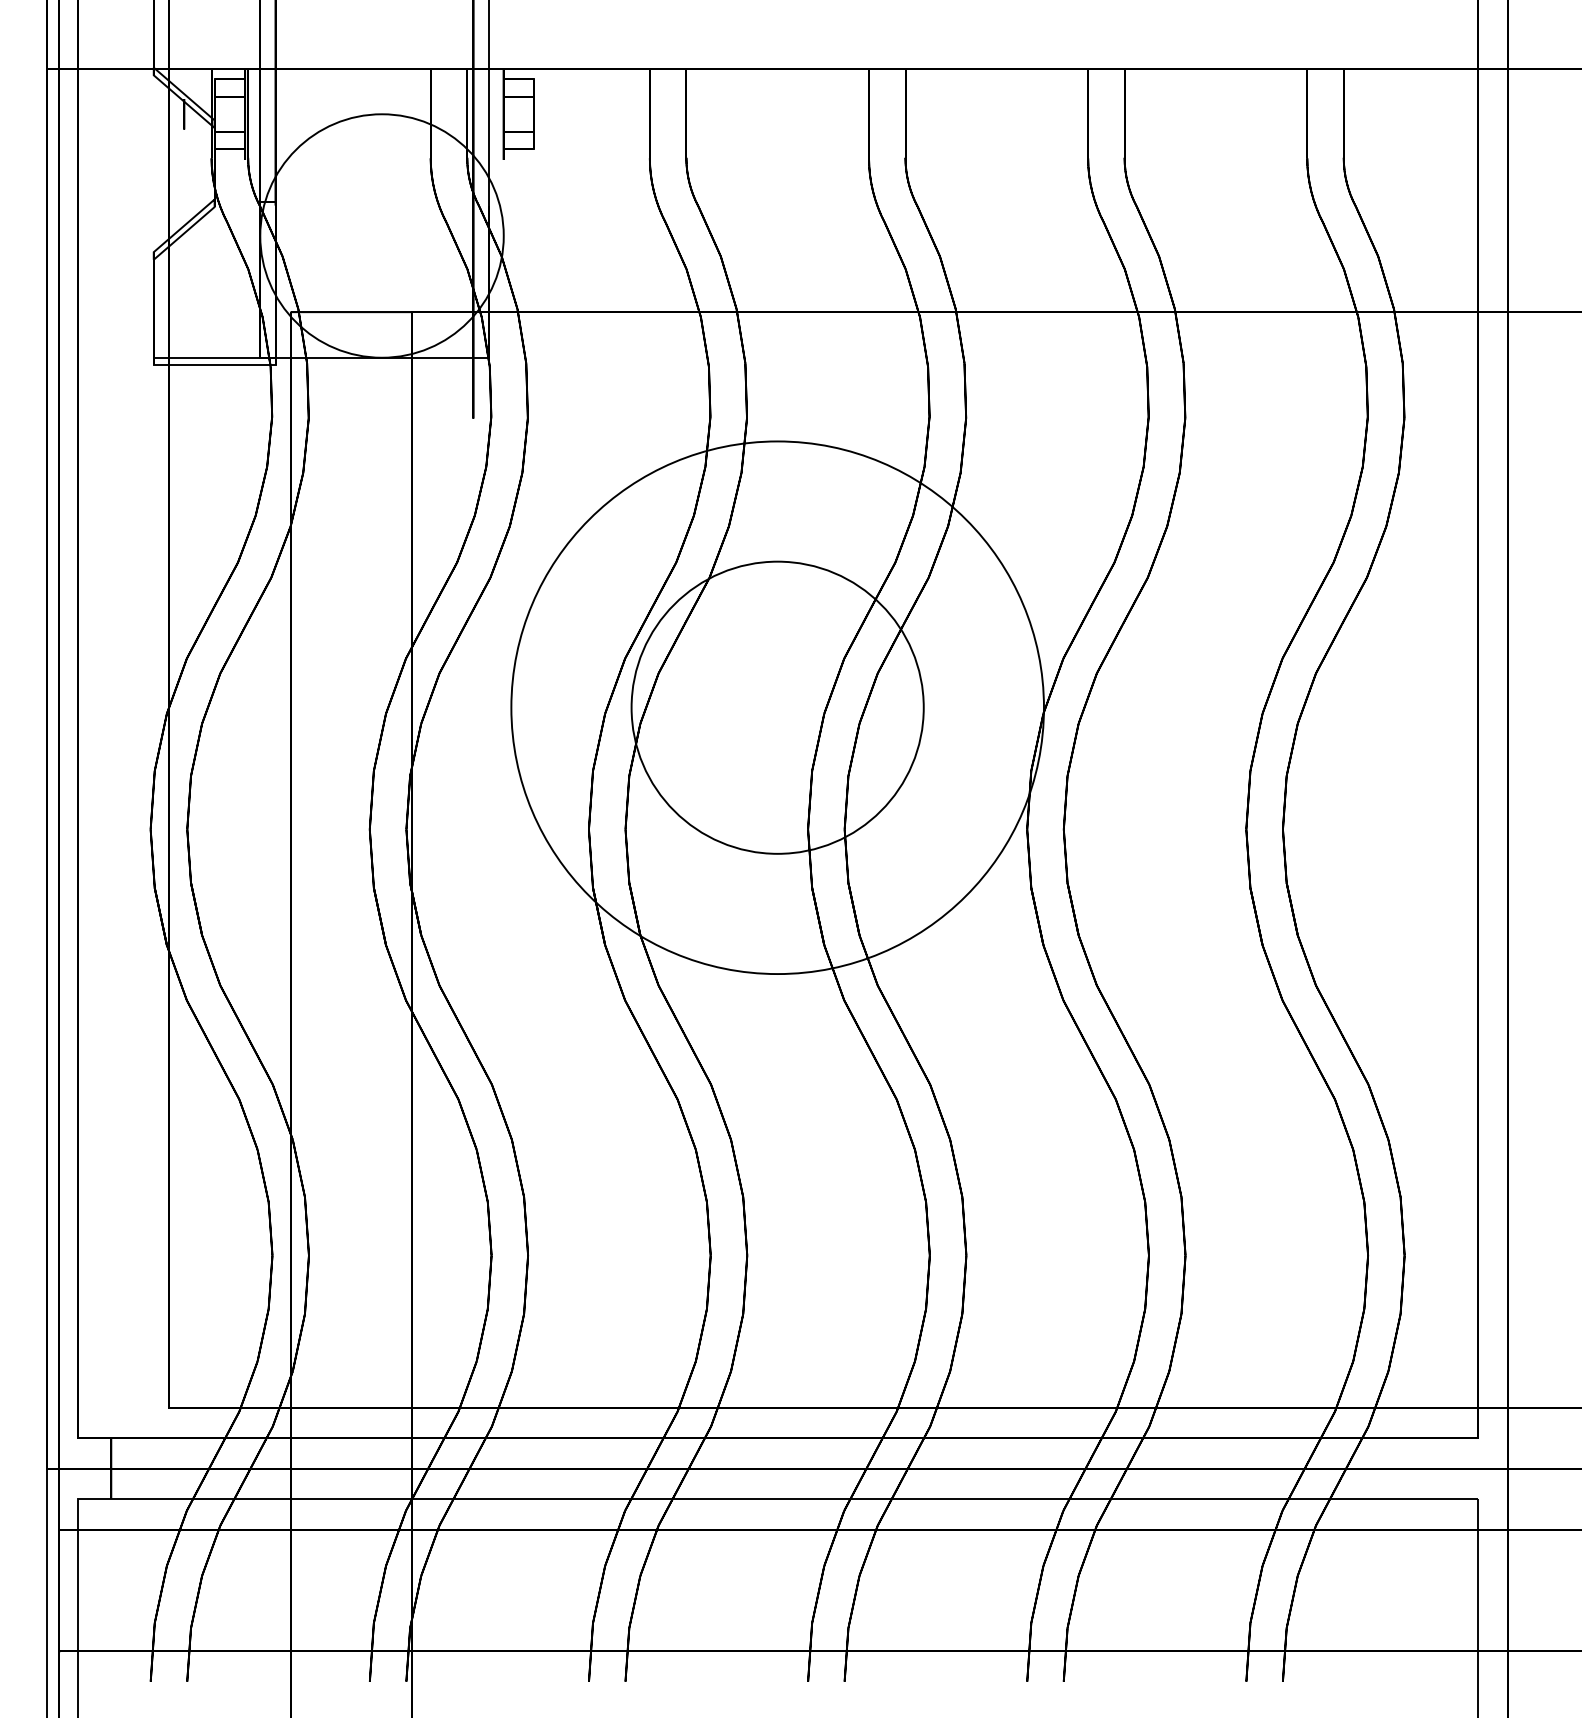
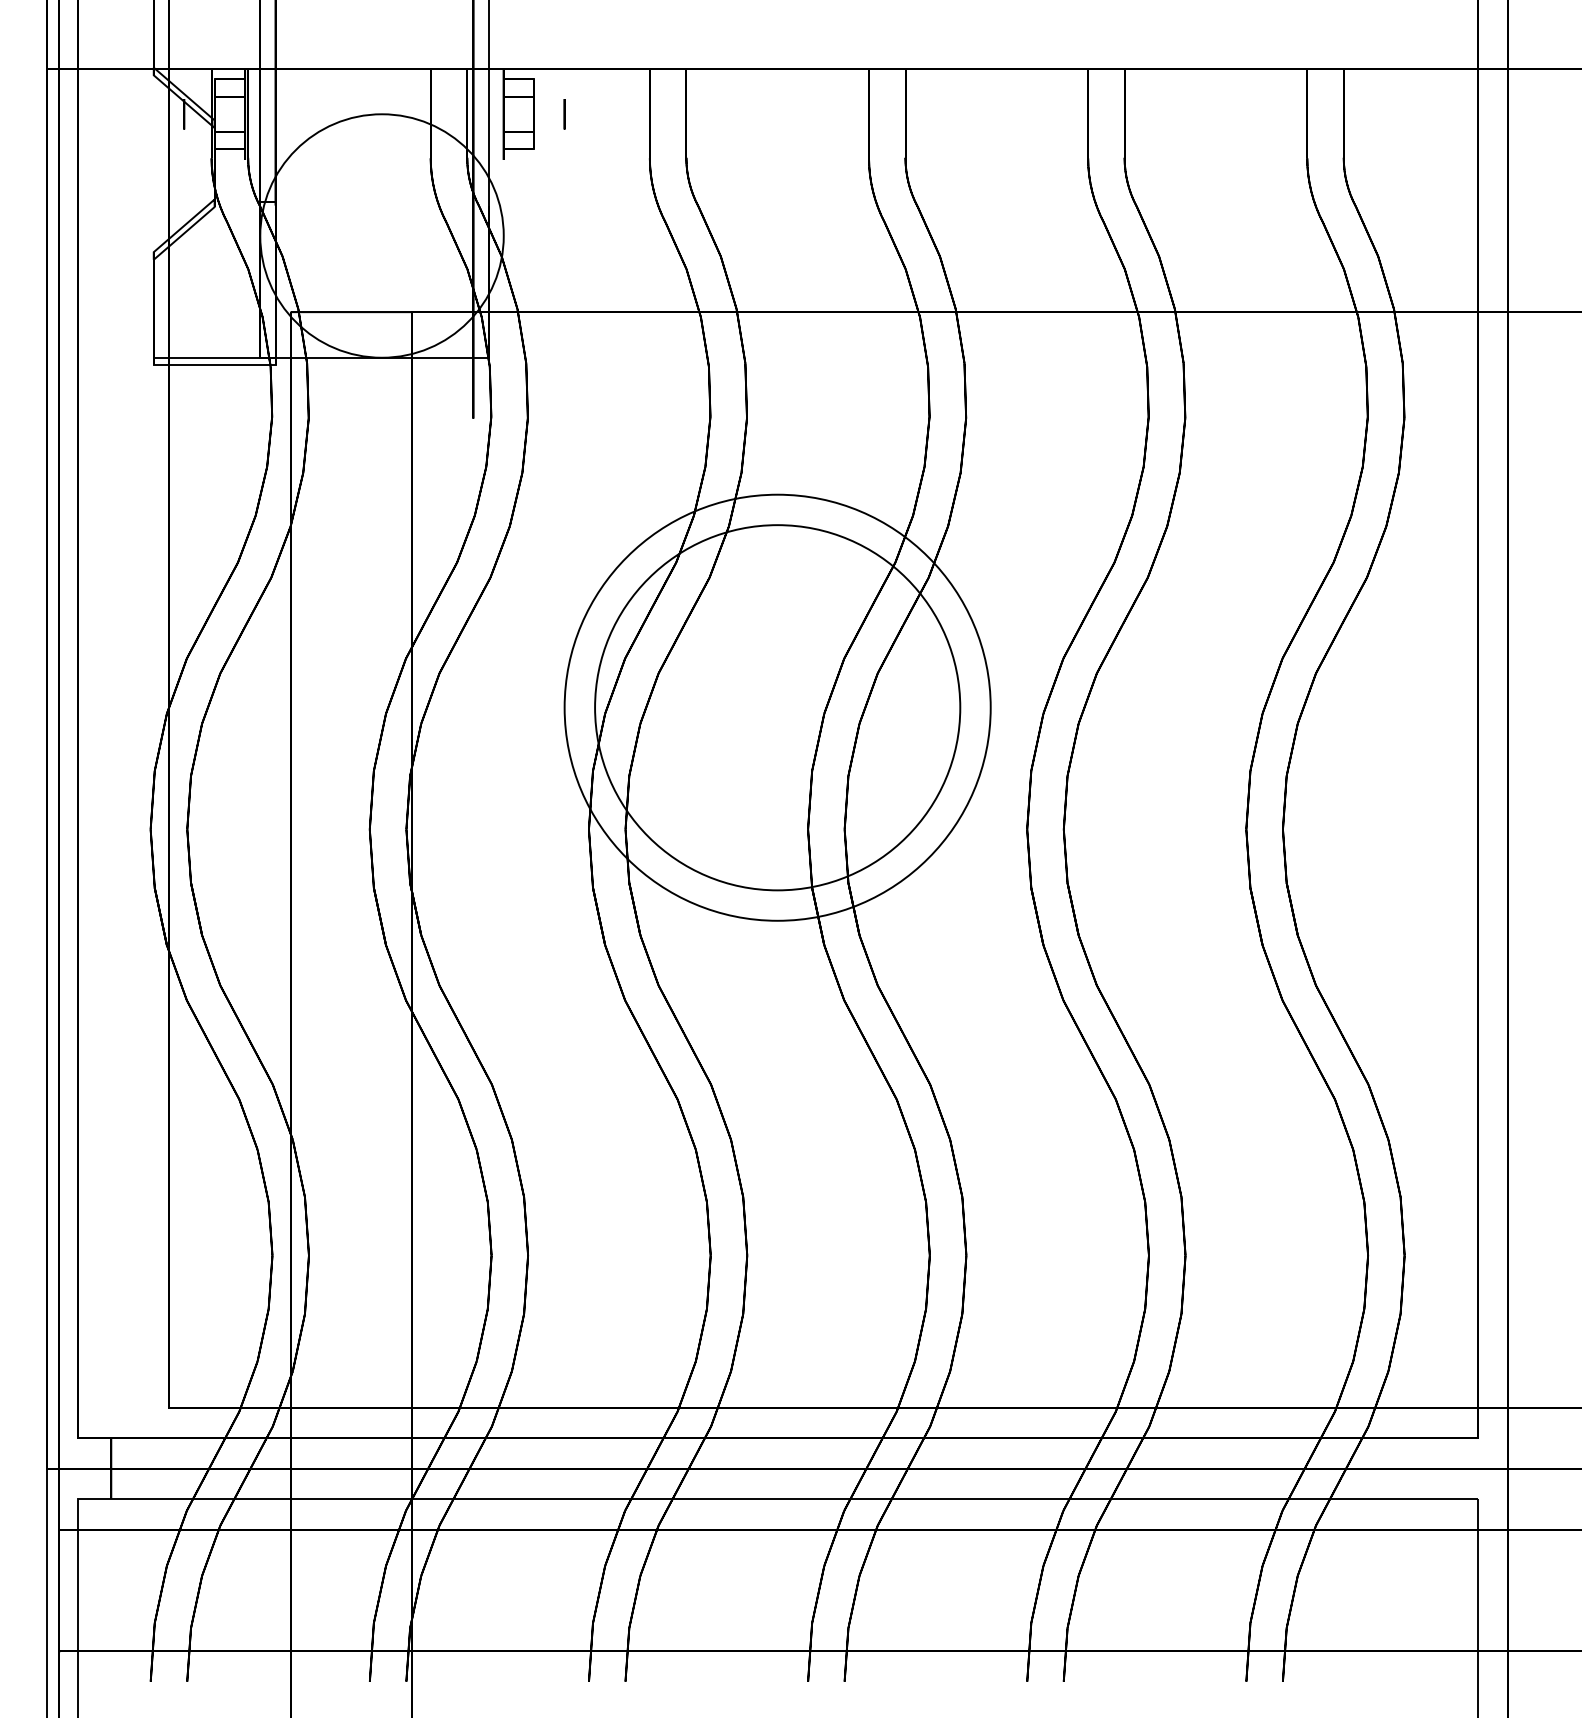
circle at (564, 114): none -> present
circle at (777, 707) diameter: 292 px -> 365 px
circle at (777, 707) diameter: 533 px -> 426 px
